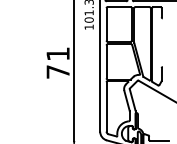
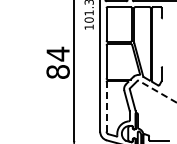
text at (57, 62): 71 -> 84
line at (157, 91): solid -> dashed
line at (106, 106): solid -> dashed
